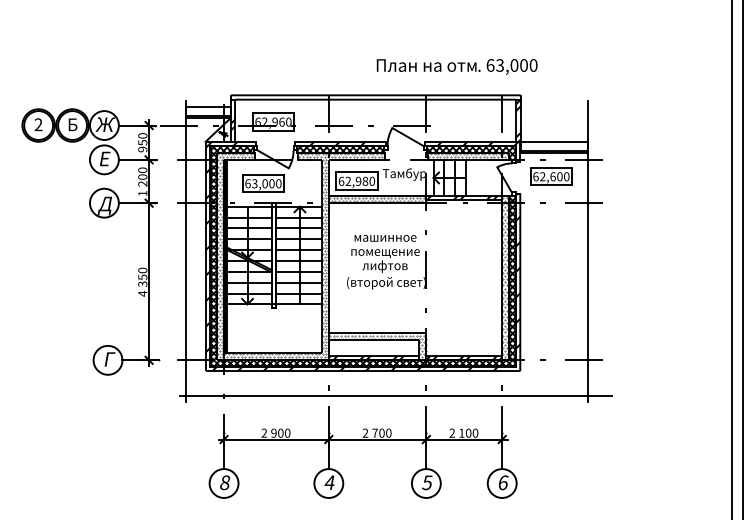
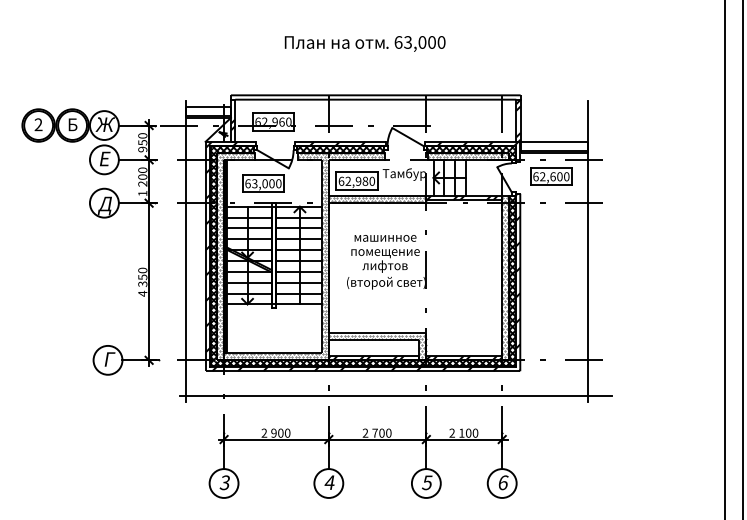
text at (456, 66) position: (456, 66) -> (364, 43)
line at (731, 259) position: (731, 259) -> (724, 259)
text at (224, 482): 8 -> 3
